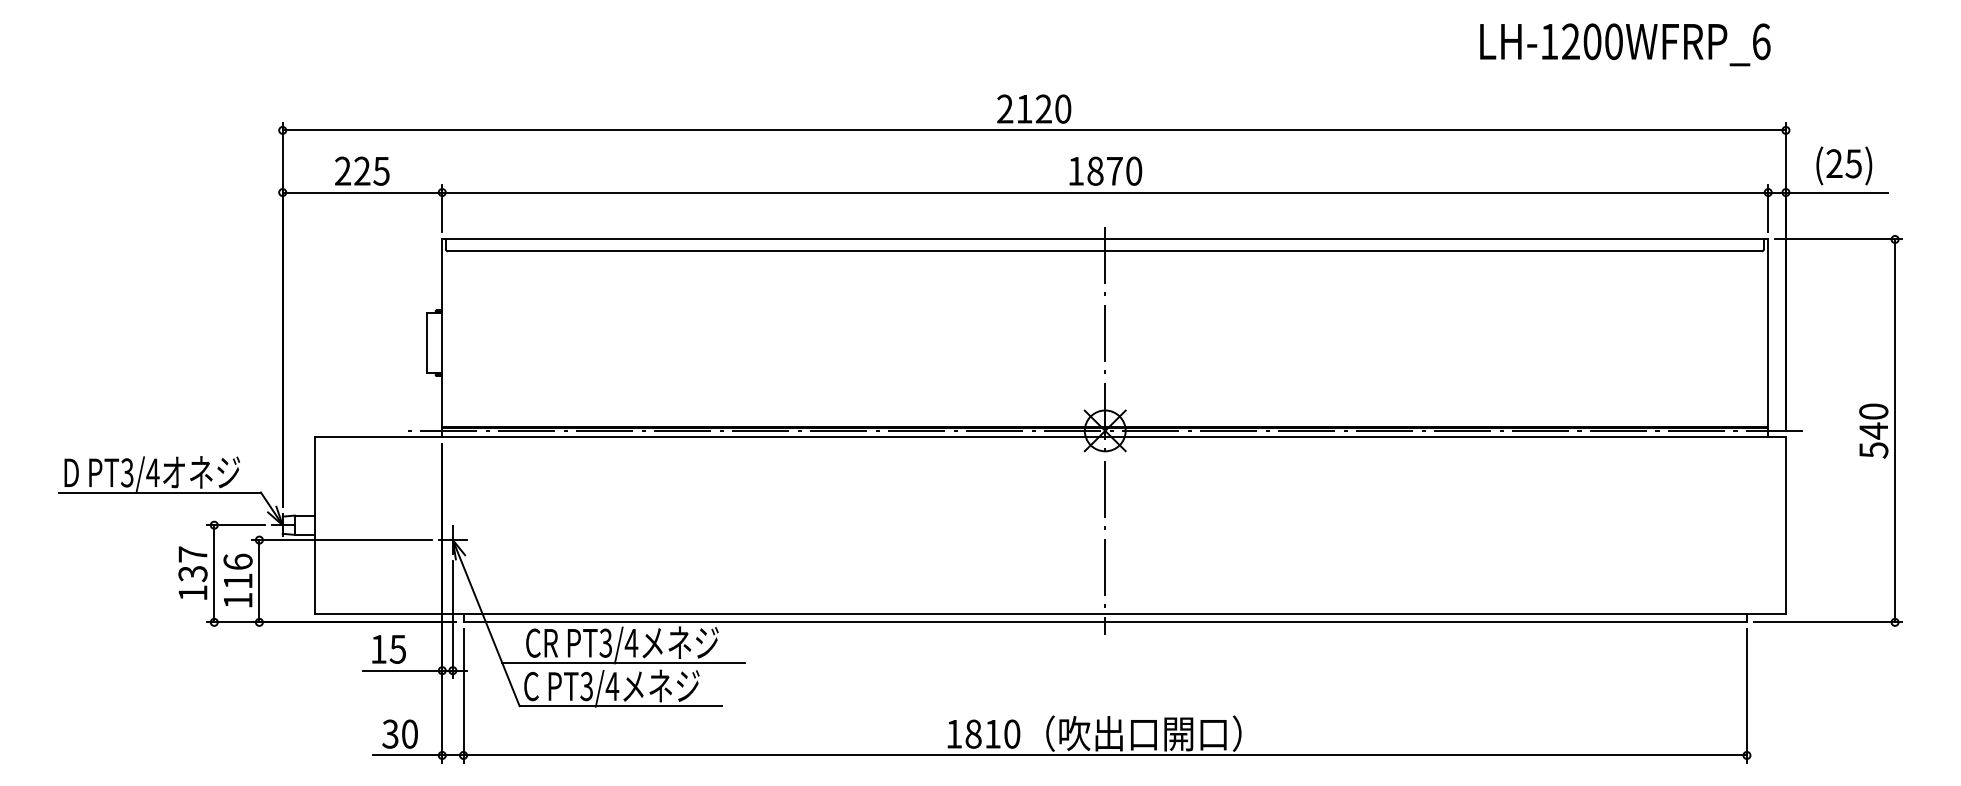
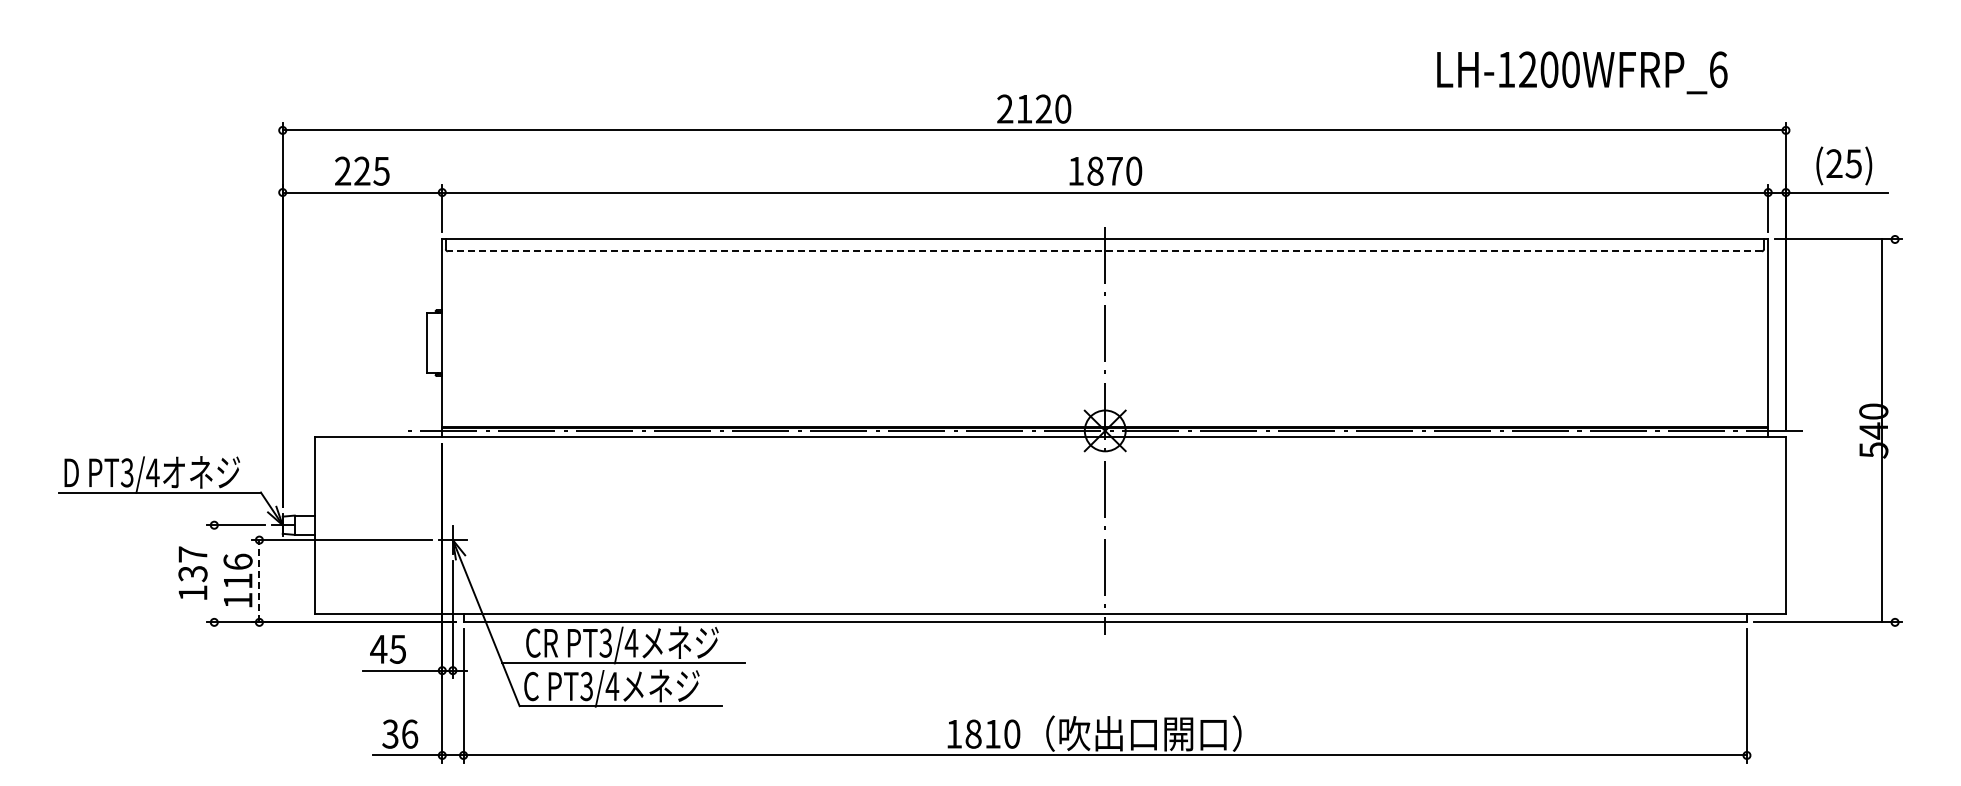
text at (1625, 44) position: (1625, 44) -> (1582, 72)
line at (1104, 251): solid -> dashed
line at (1895, 430) position: (1895, 430) -> (1882, 430)
line at (214, 573): present -> none
line at (259, 580): solid -> dashed
text at (378, 649): 15 -> 45
text at (410, 733): 30 -> 36
